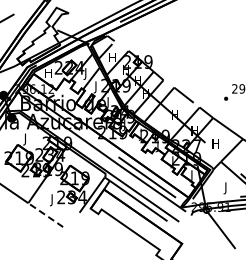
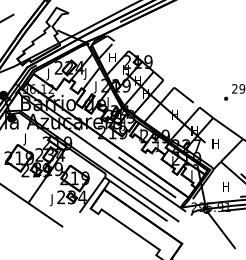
text at (48, 74): H -> J
text at (225, 188): J -> H
line at (45, 214): dashed -> solid
